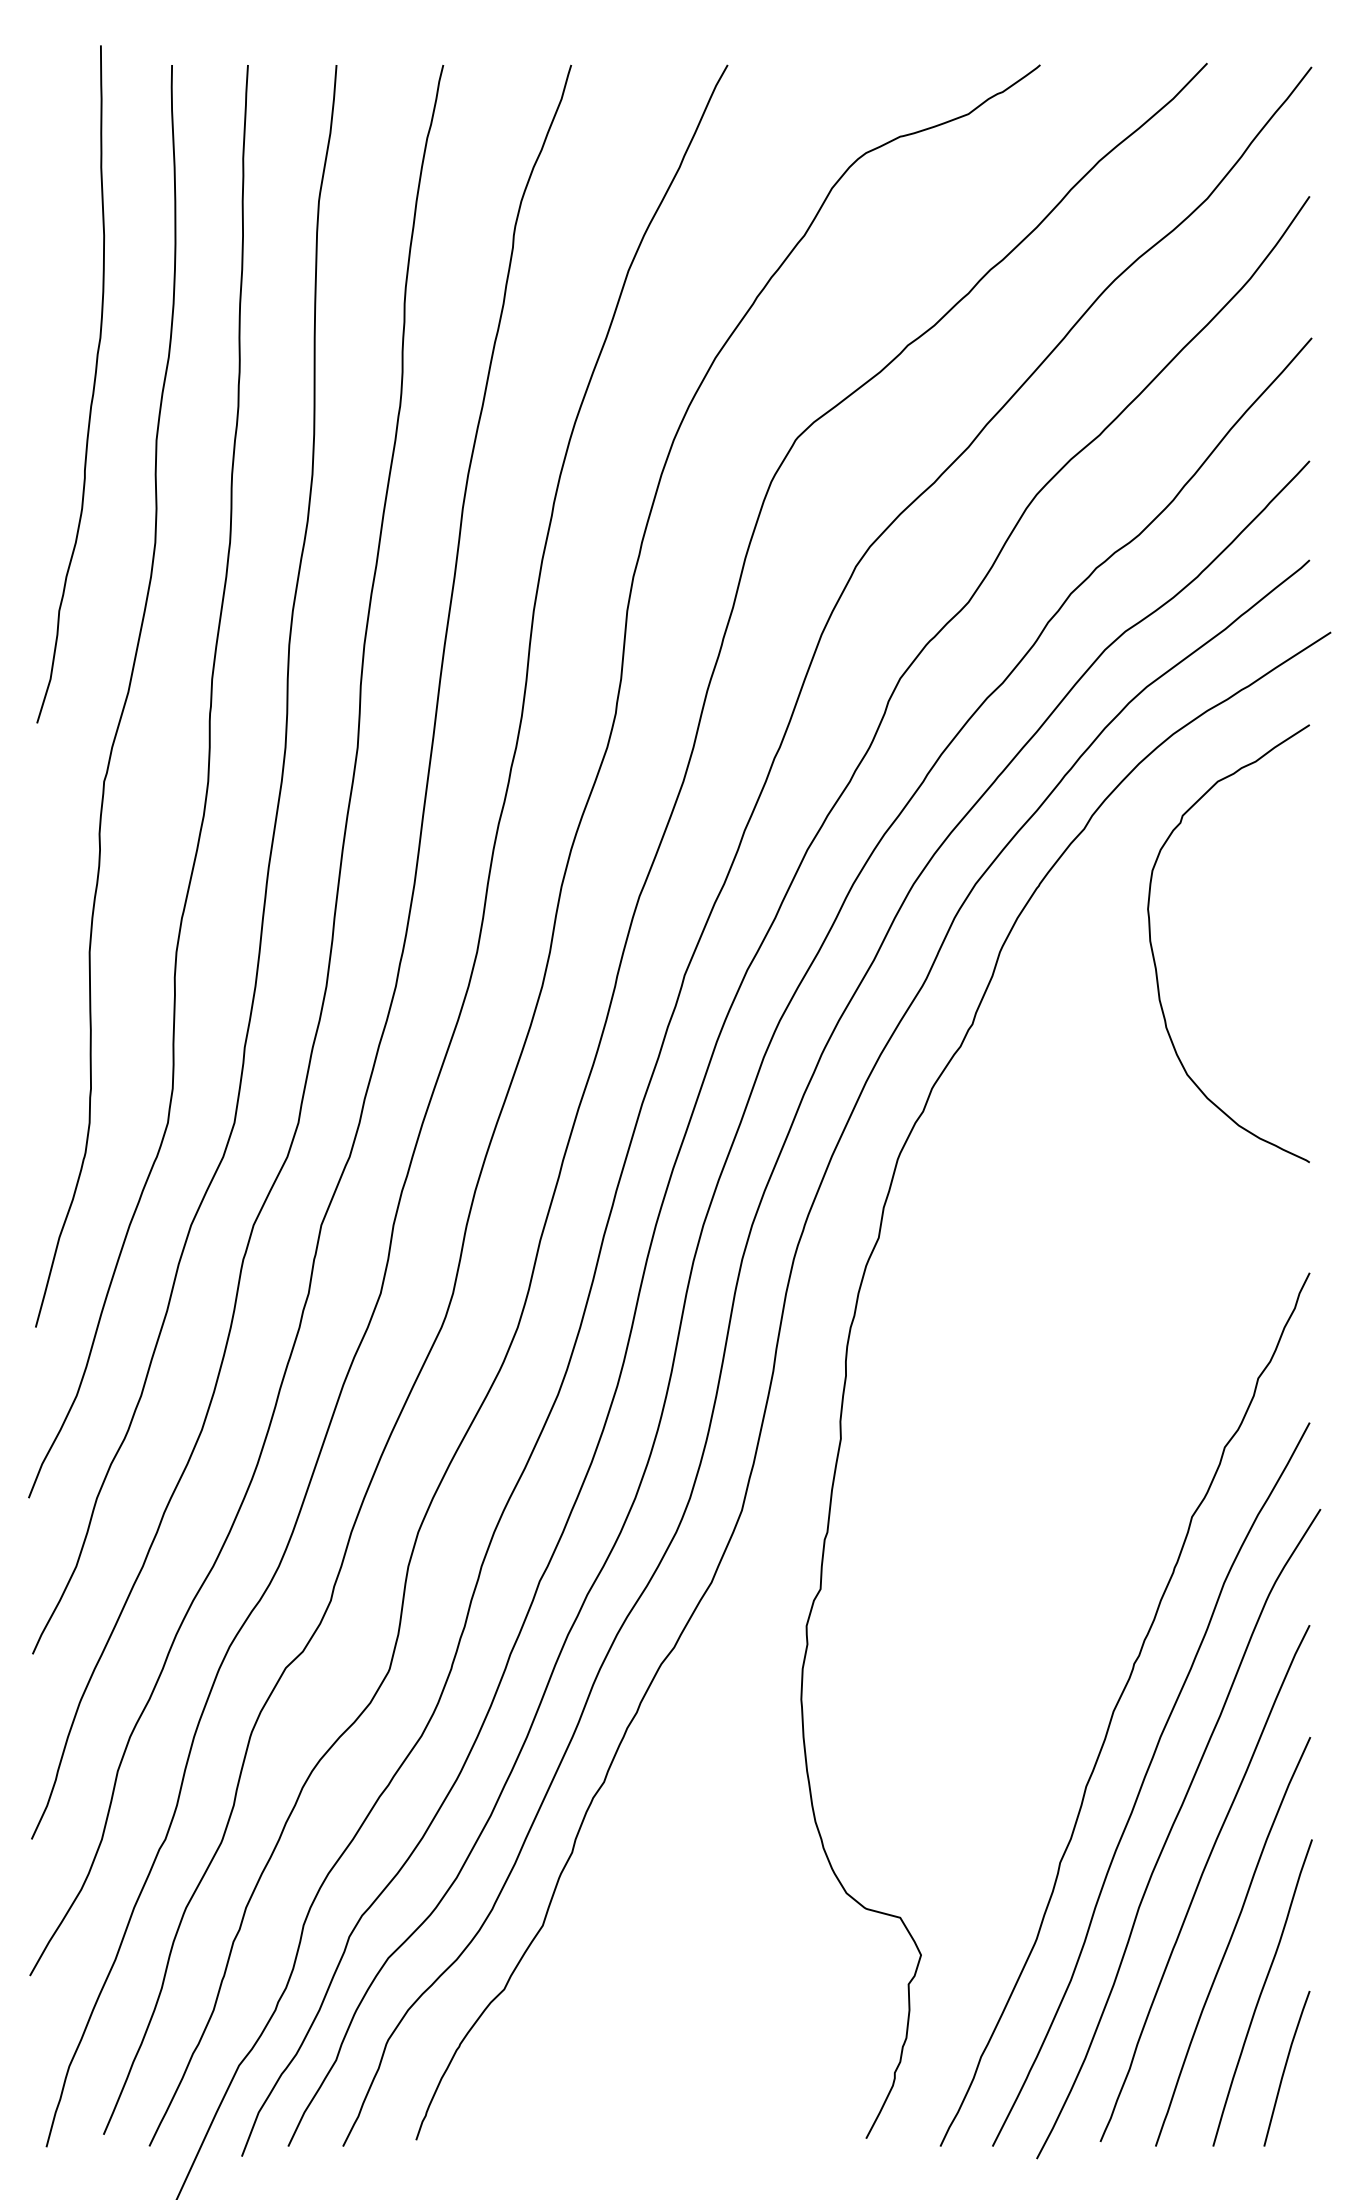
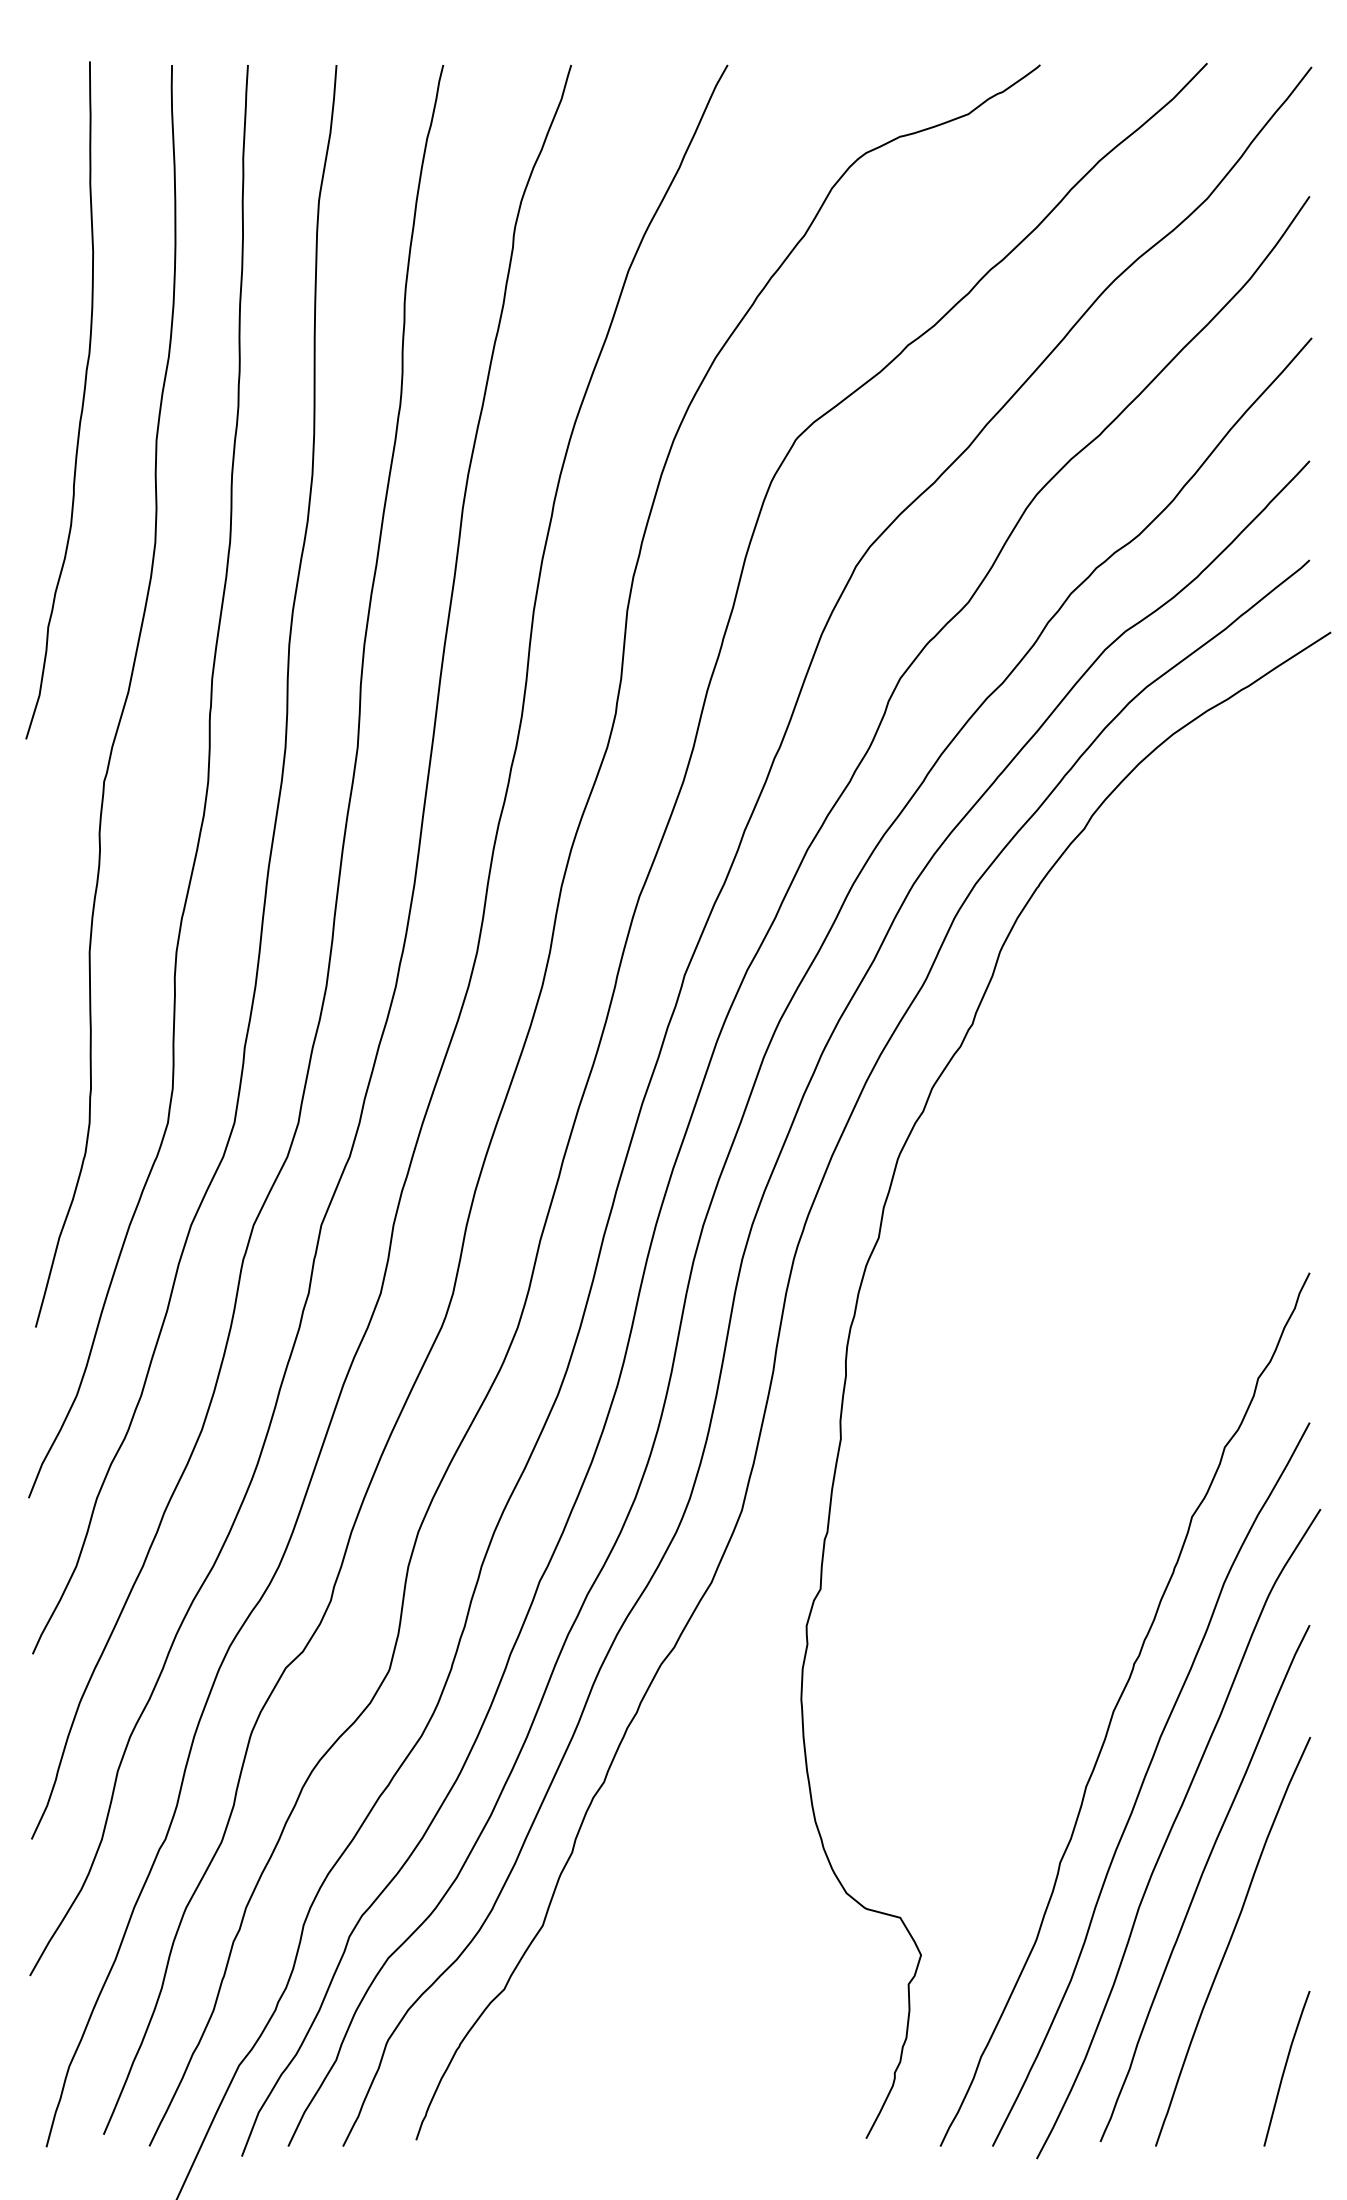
curve at (92, 389) position: (92, 389) -> (81, 405)
curve at (1155, 960): present -> none
curve at (1262, 1992): present -> none
